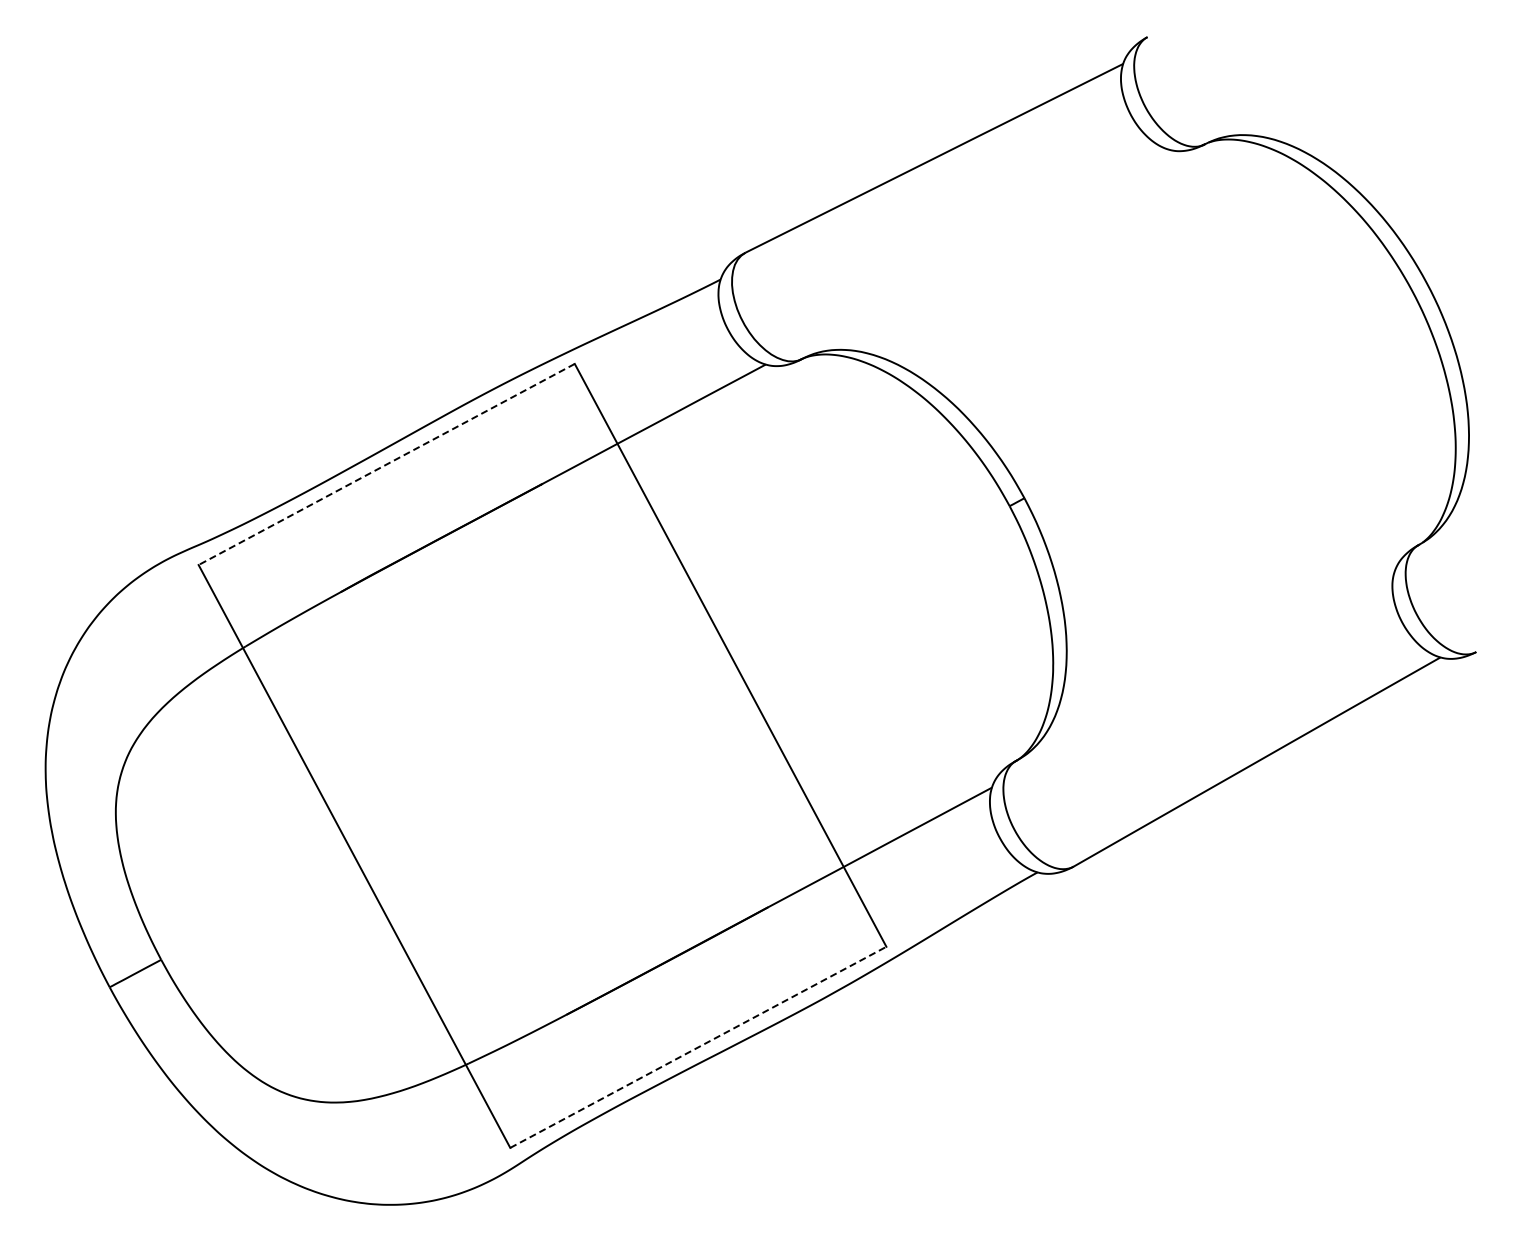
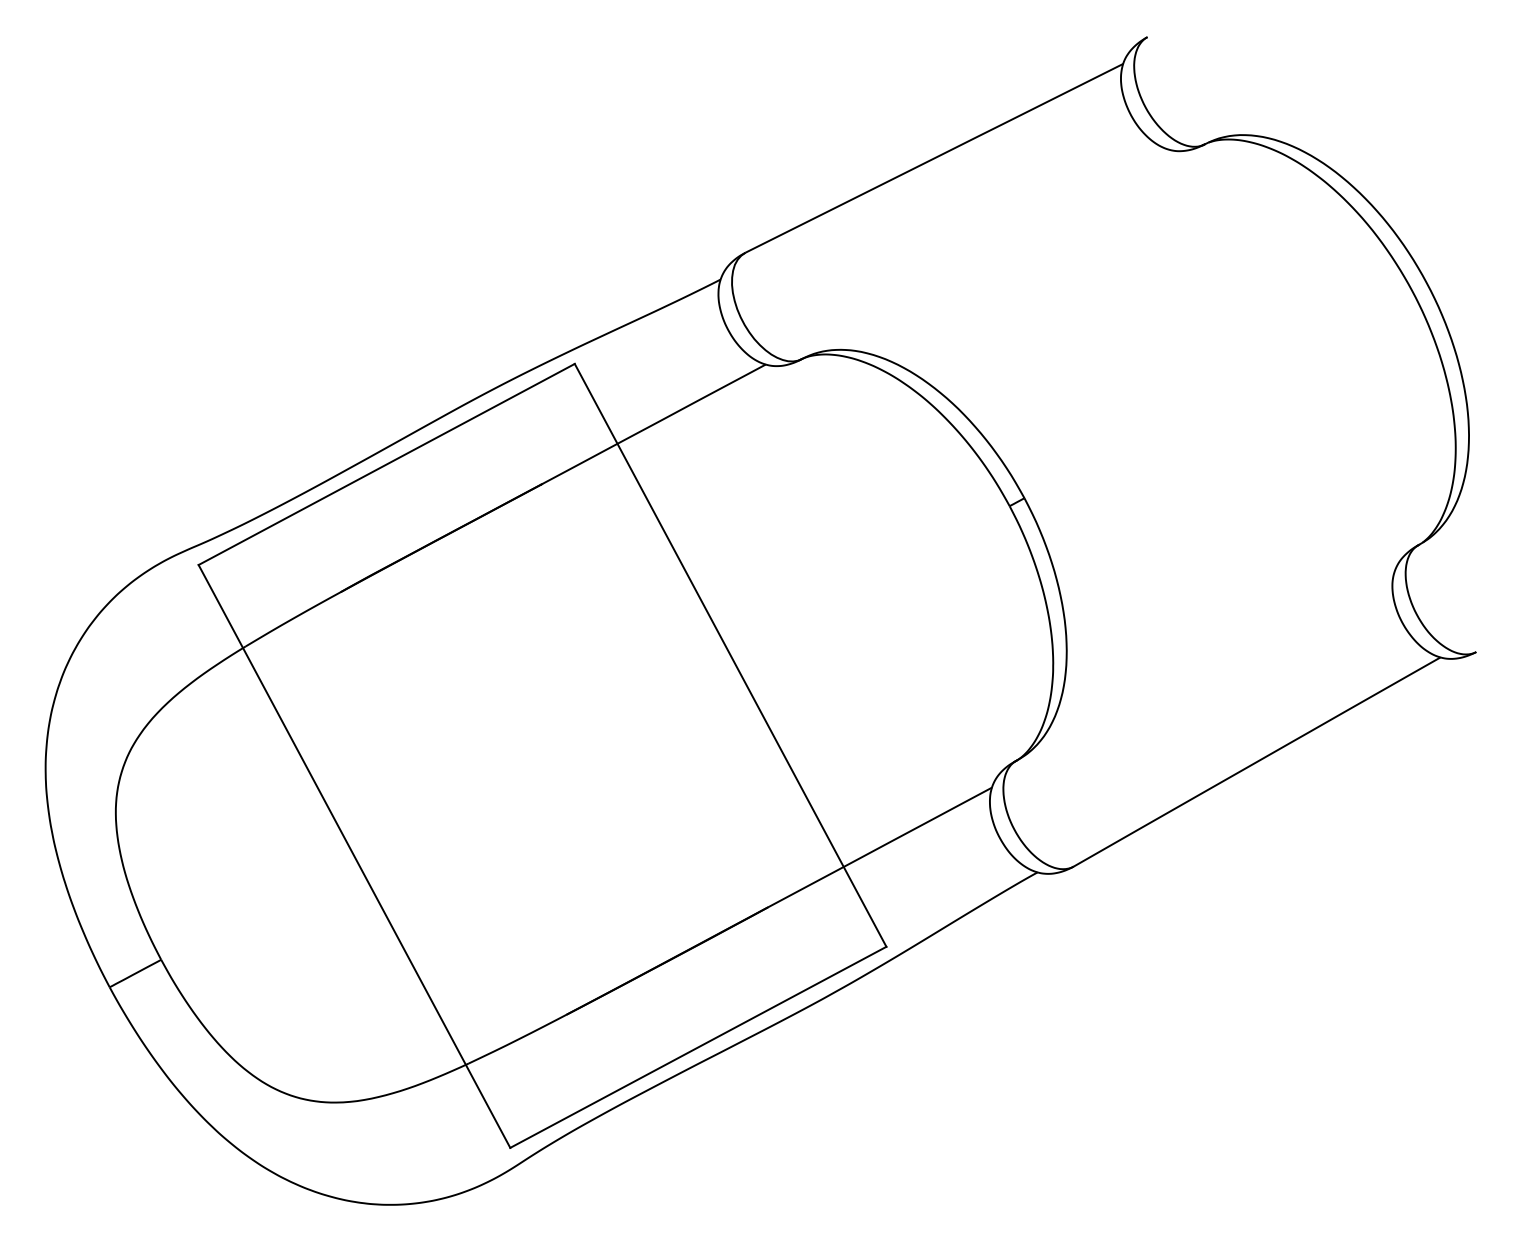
line at (386, 464): dashed -> solid
line at (698, 1047): dashed -> solid
